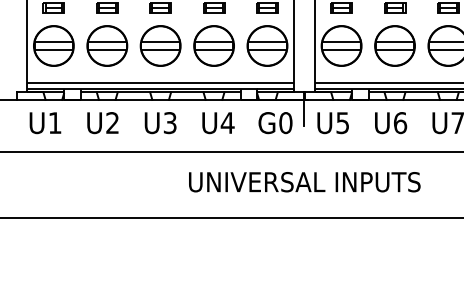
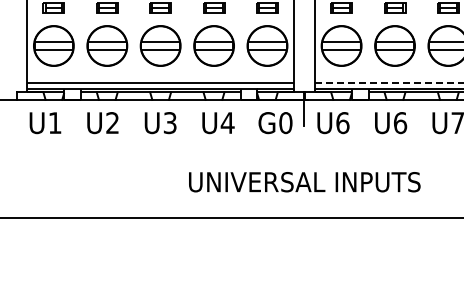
line at (389, 82): solid -> dashed
text at (342, 123): U5 -> U6
line at (231, 151): present -> none
